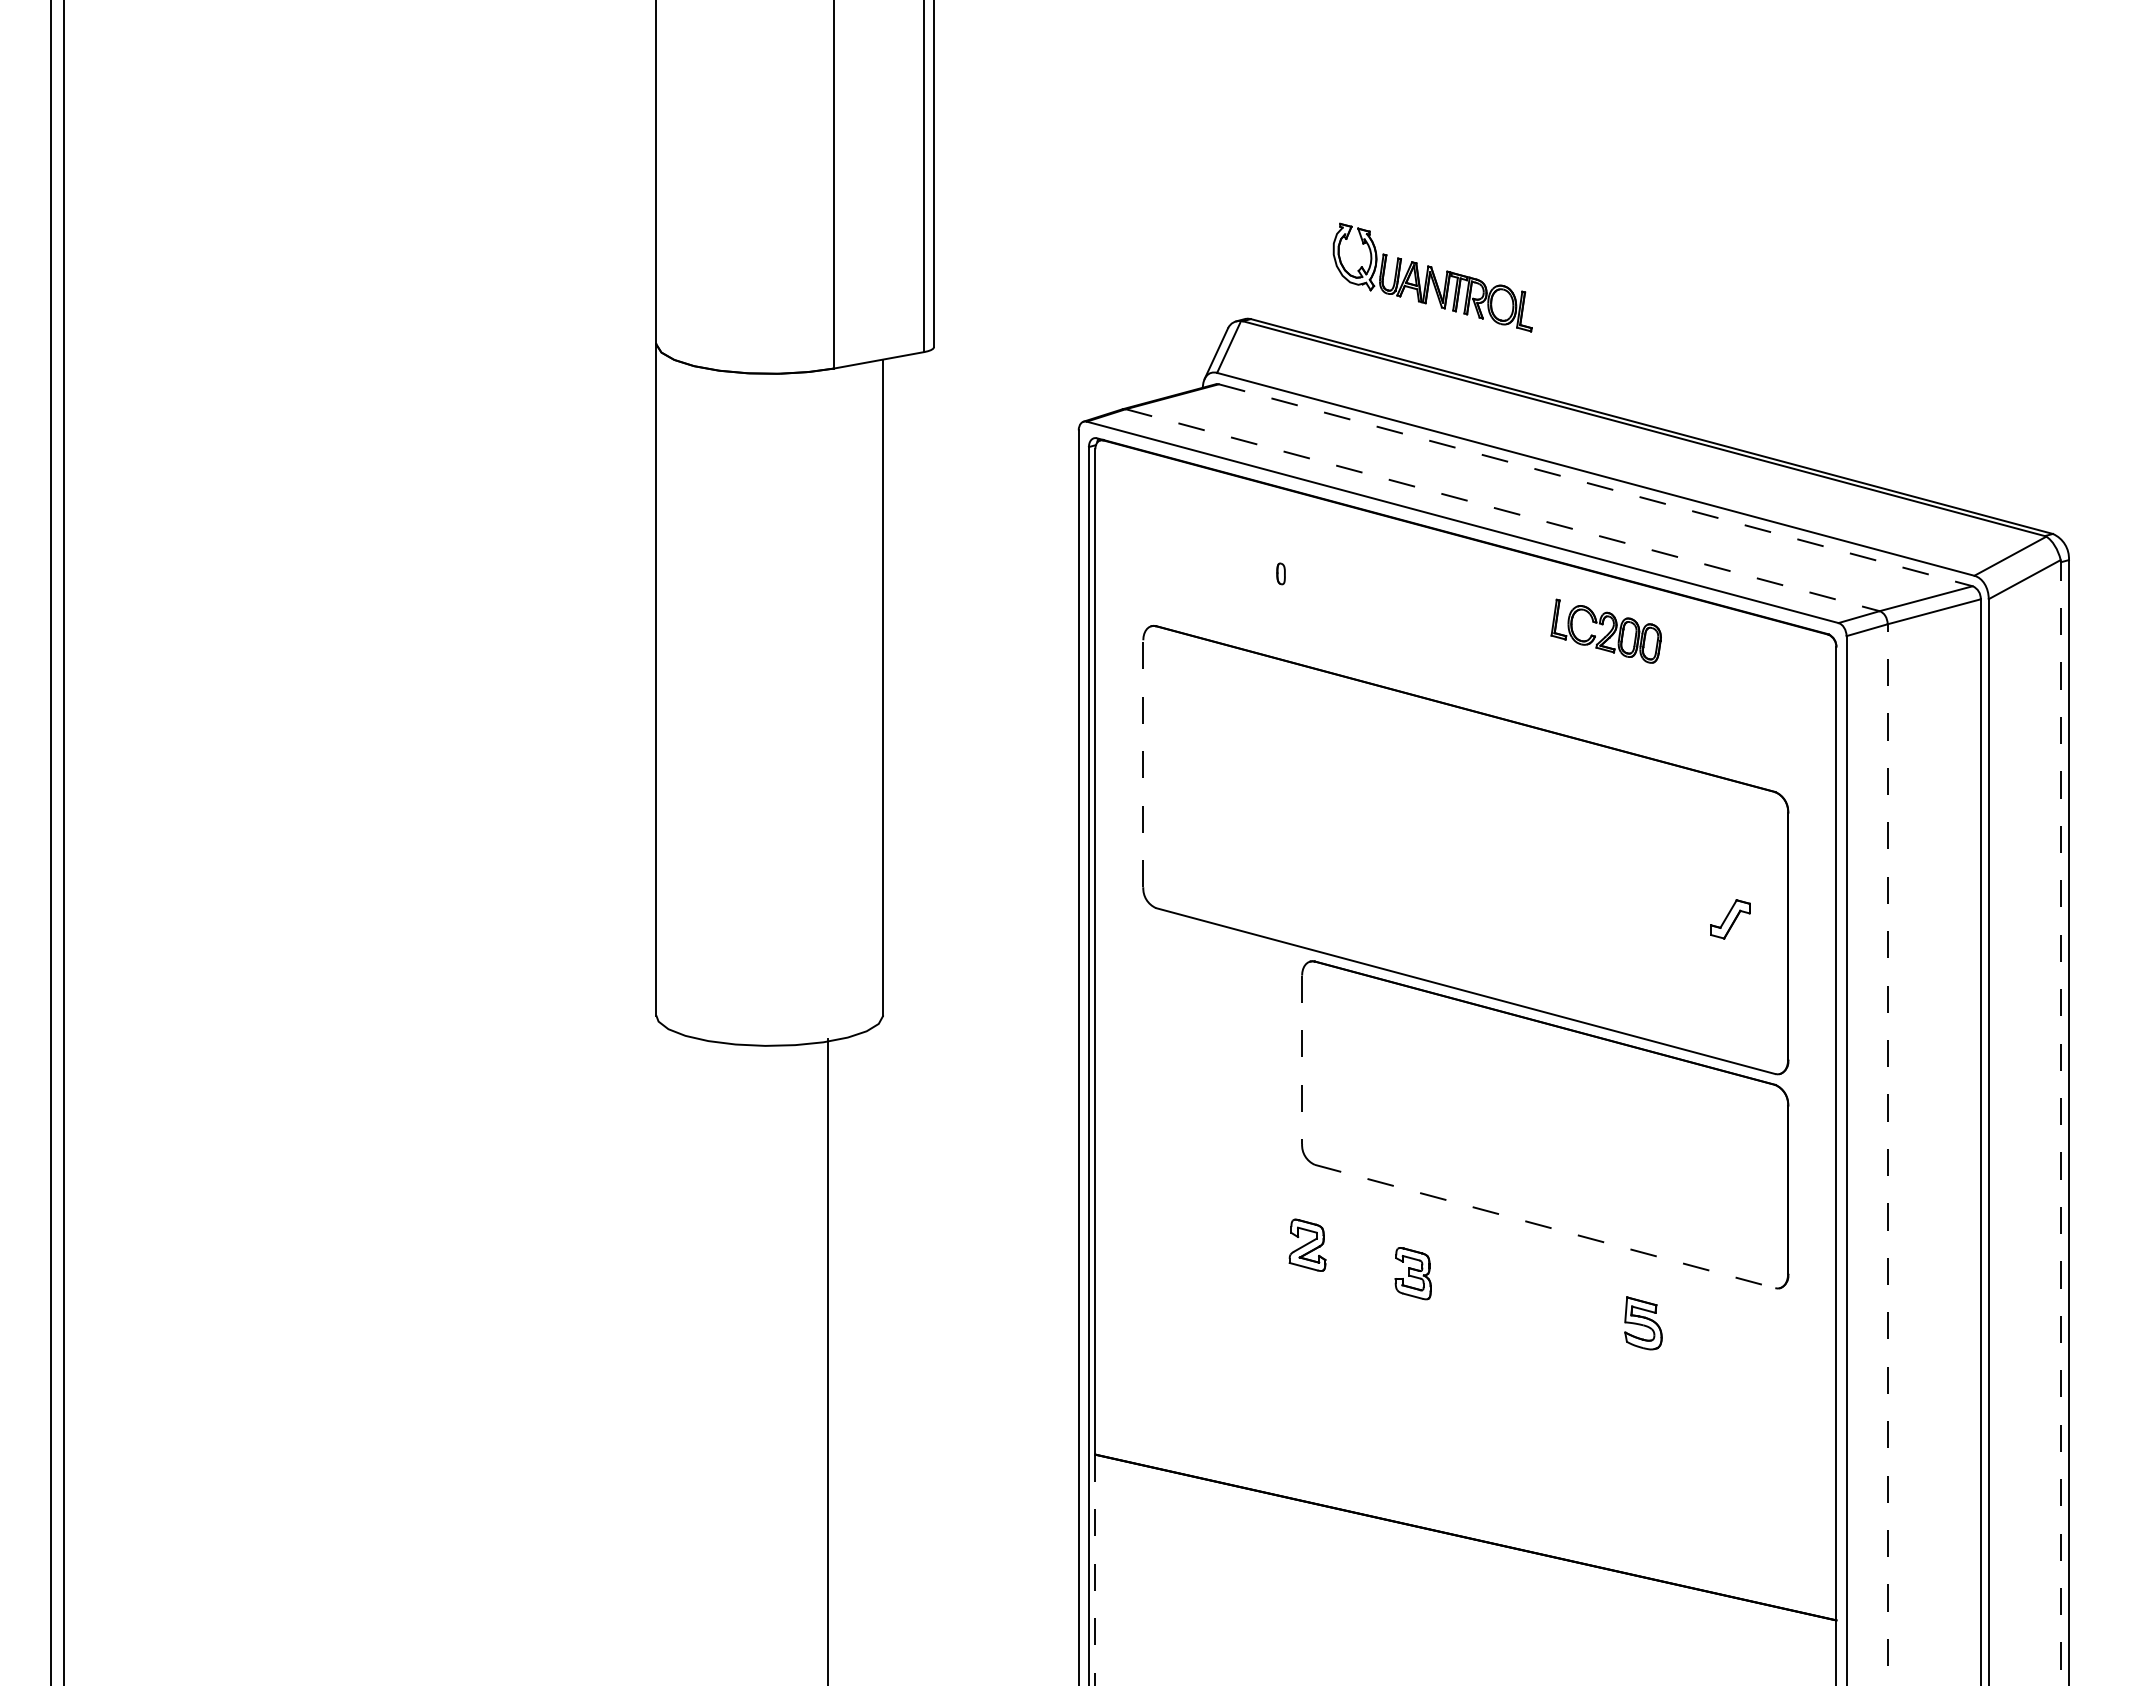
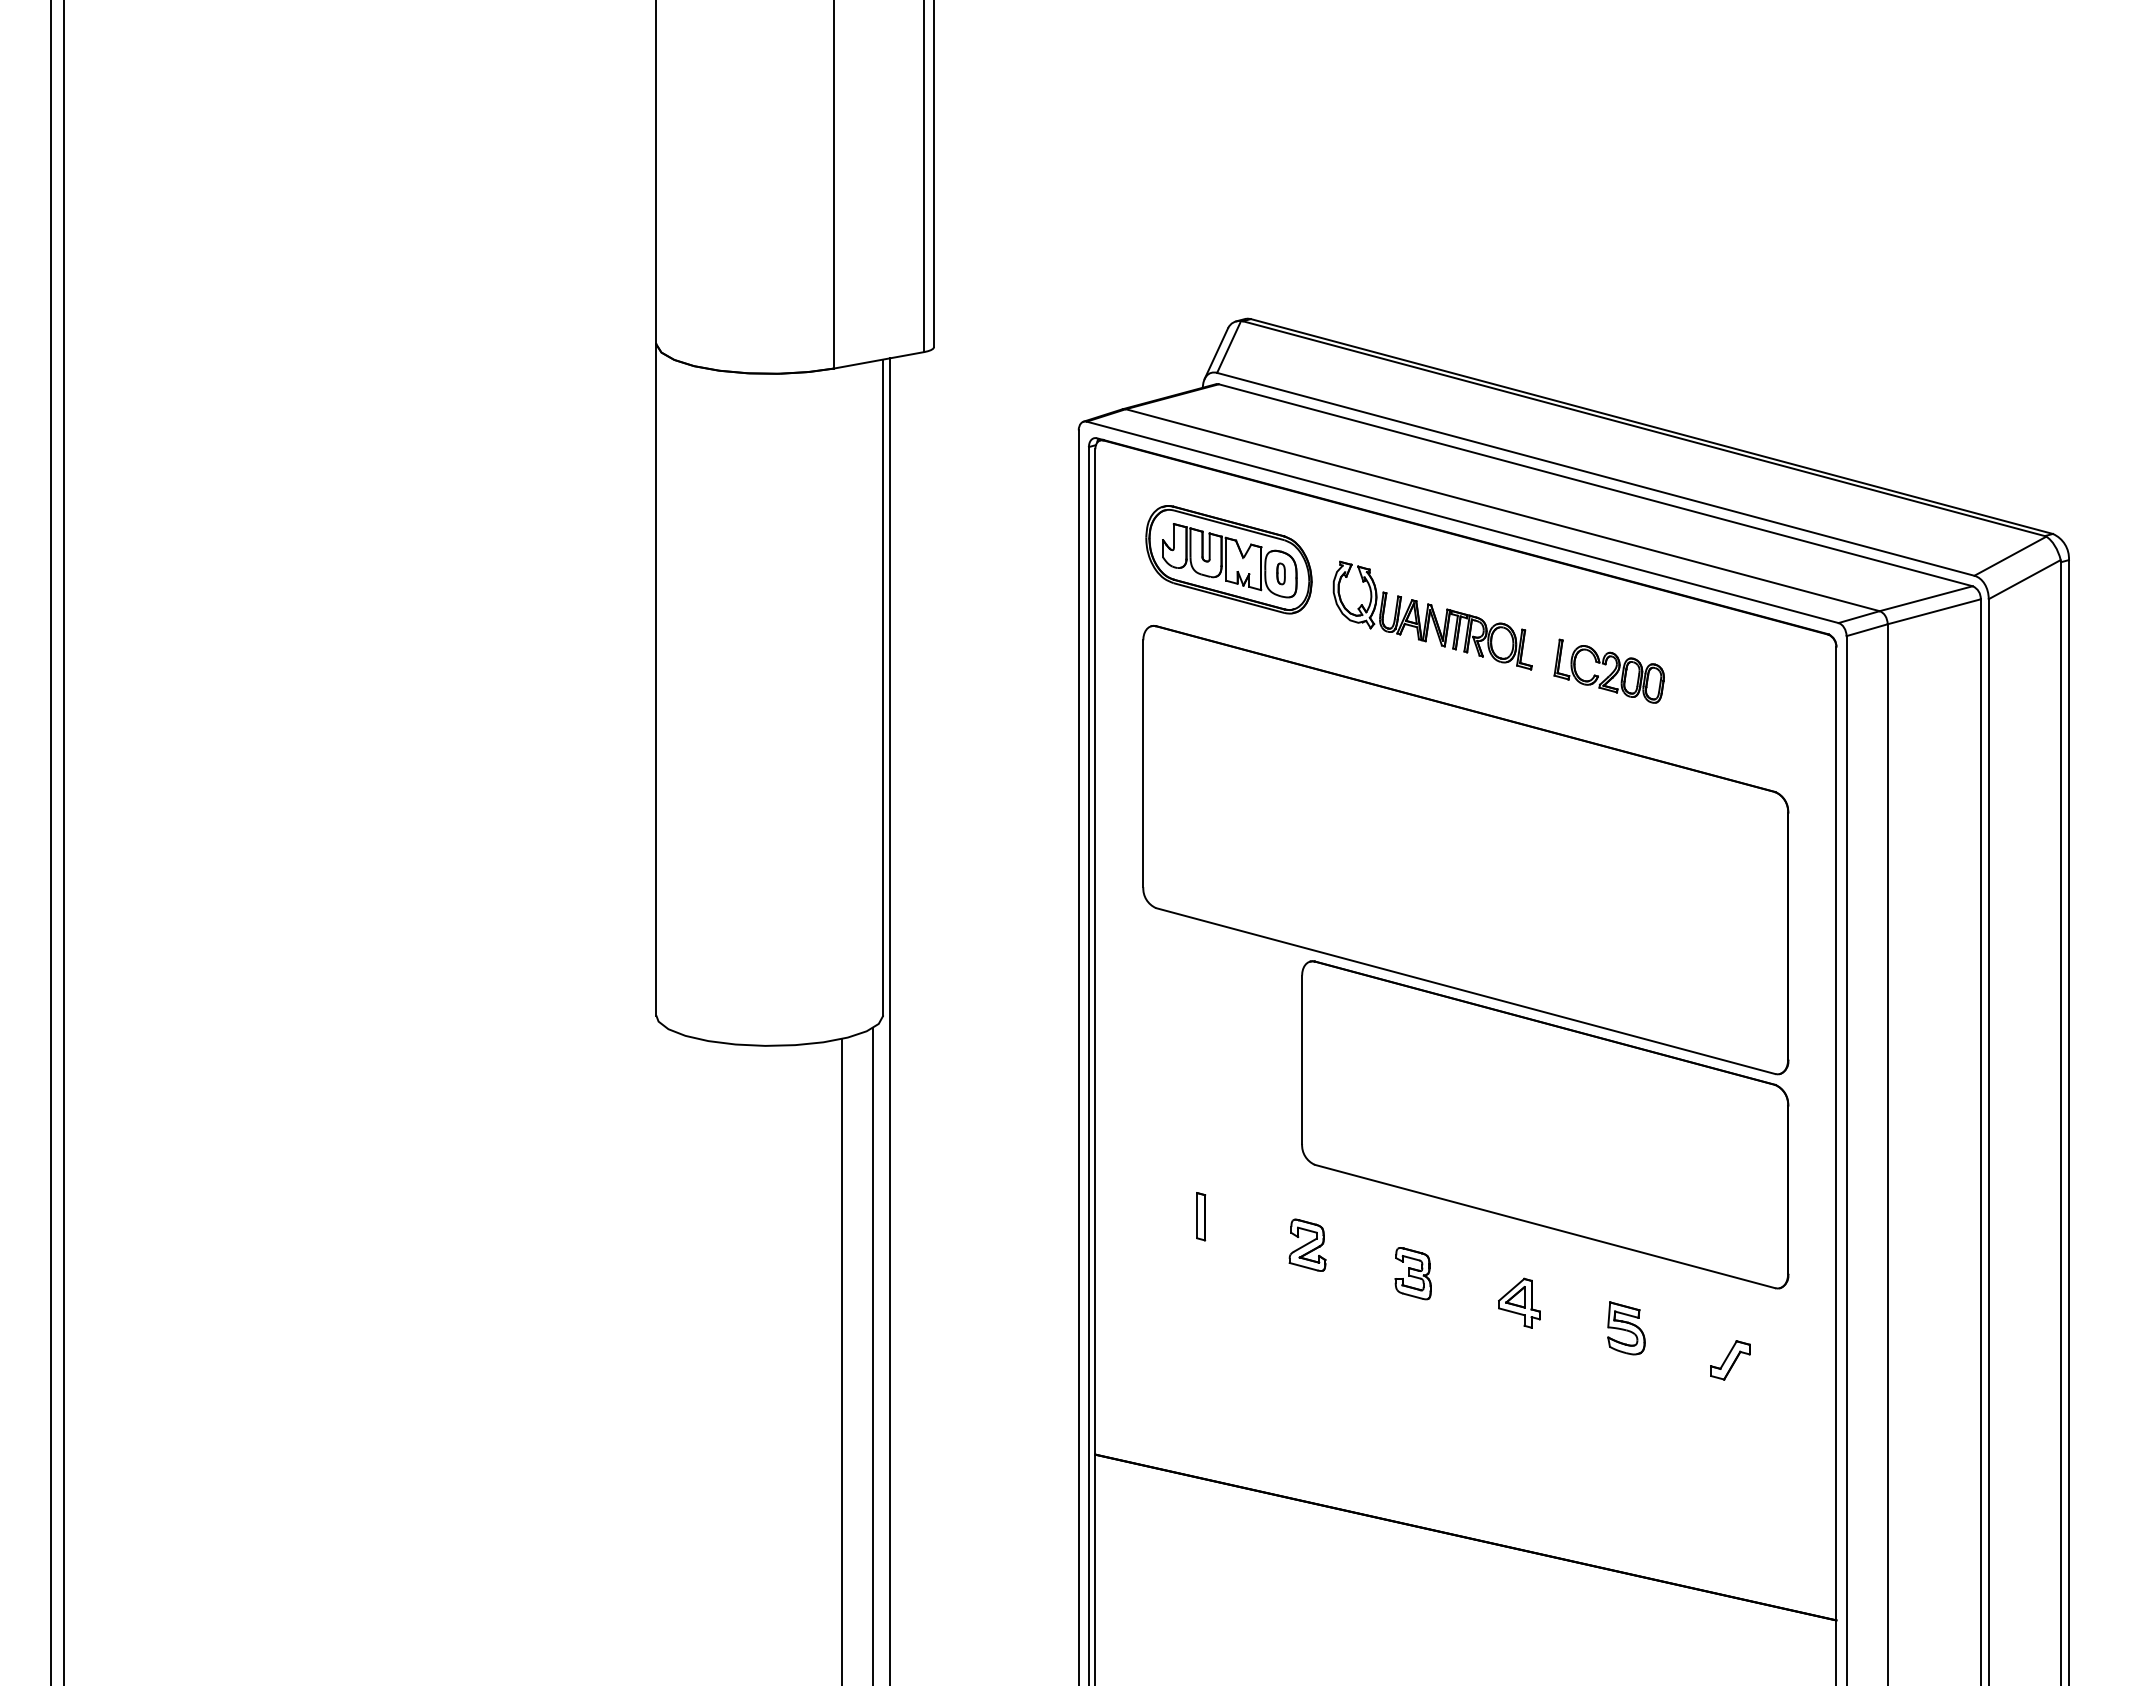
part at (1432, 277) position: (1432, 277) -> (1432, 615)
line at (1596, 485): dashed -> solid
line at (1503, 510): dashed -> solid
part at (1228, 559): none -> present
part at (1605, 630) position: (1605, 630) -> (1608, 670)
line at (1143, 763): dashed -> solid
part at (1730, 919) position: (1730, 919) -> (1730, 1360)
line at (890, 1020): none -> present
line at (1302, 1060): dashed -> solid
line at (2060, 1123): dashed -> solid
line at (1887, 1155): dashed -> solid
part at (1201, 1216): none -> present
line at (1545, 1226): dashed -> solid
part at (1519, 1302): none -> present
part at (1643, 1323) position: (1643, 1323) -> (1626, 1328)
line at (873, 1354): none -> present
line at (827, 1360) position: (827, 1360) -> (841, 1360)
line at (1095, 1570): dashed -> solid
